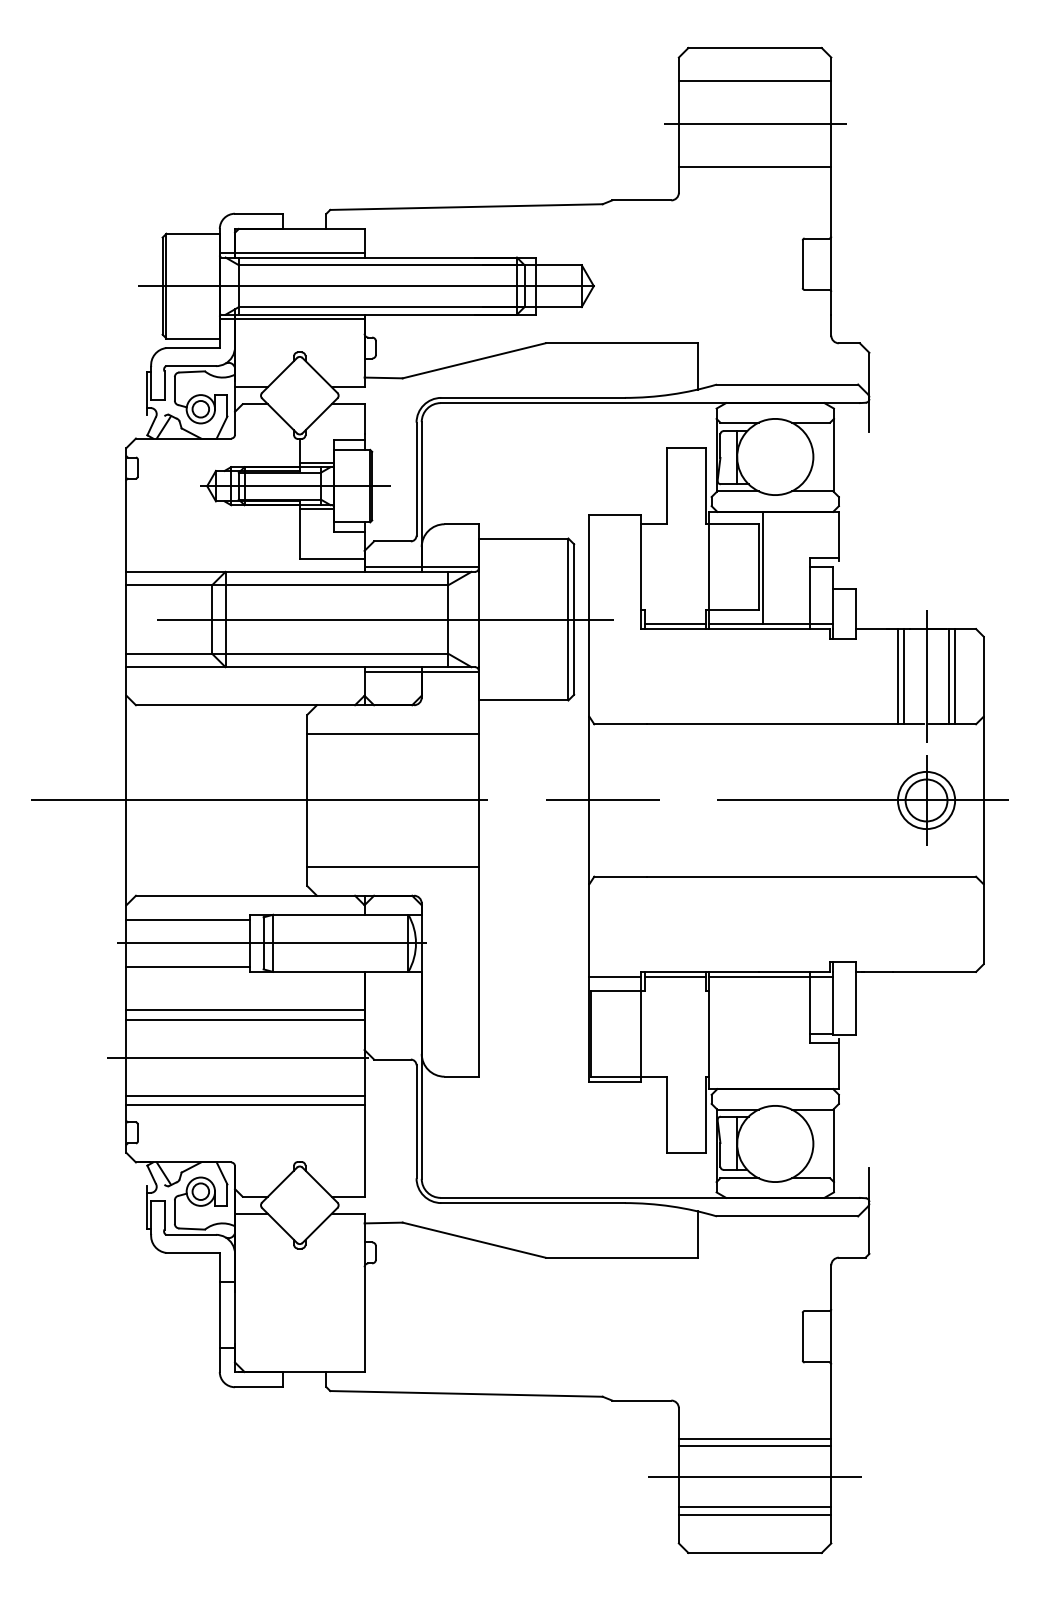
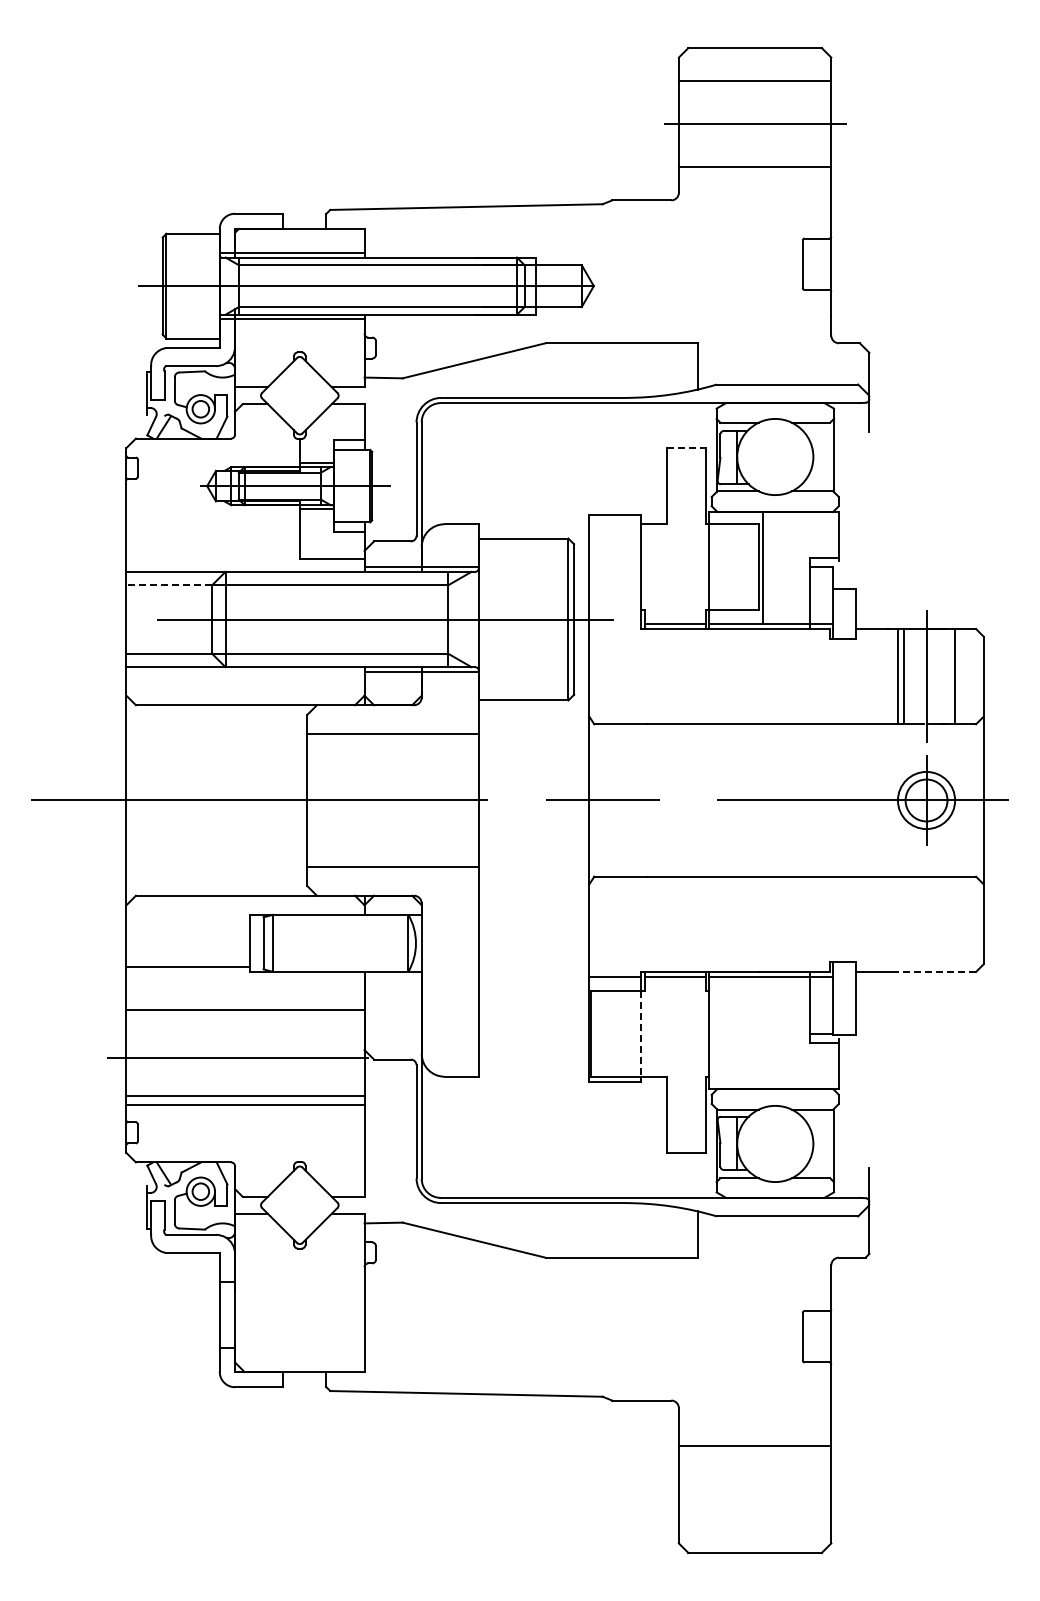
line at (687, 448): solid -> dashed
line at (169, 585): solid -> dashed
line at (949, 676): present -> none
line at (188, 919): present -> none
line at (271, 943): present -> none
line at (934, 971): solid -> dashed
line at (245, 1019): present -> none
line at (640, 1033): solid -> dashed
line at (754, 1438): present -> none
line at (754, 1476): present -> none
line at (754, 1507): present -> none
line at (754, 1514): present -> none
